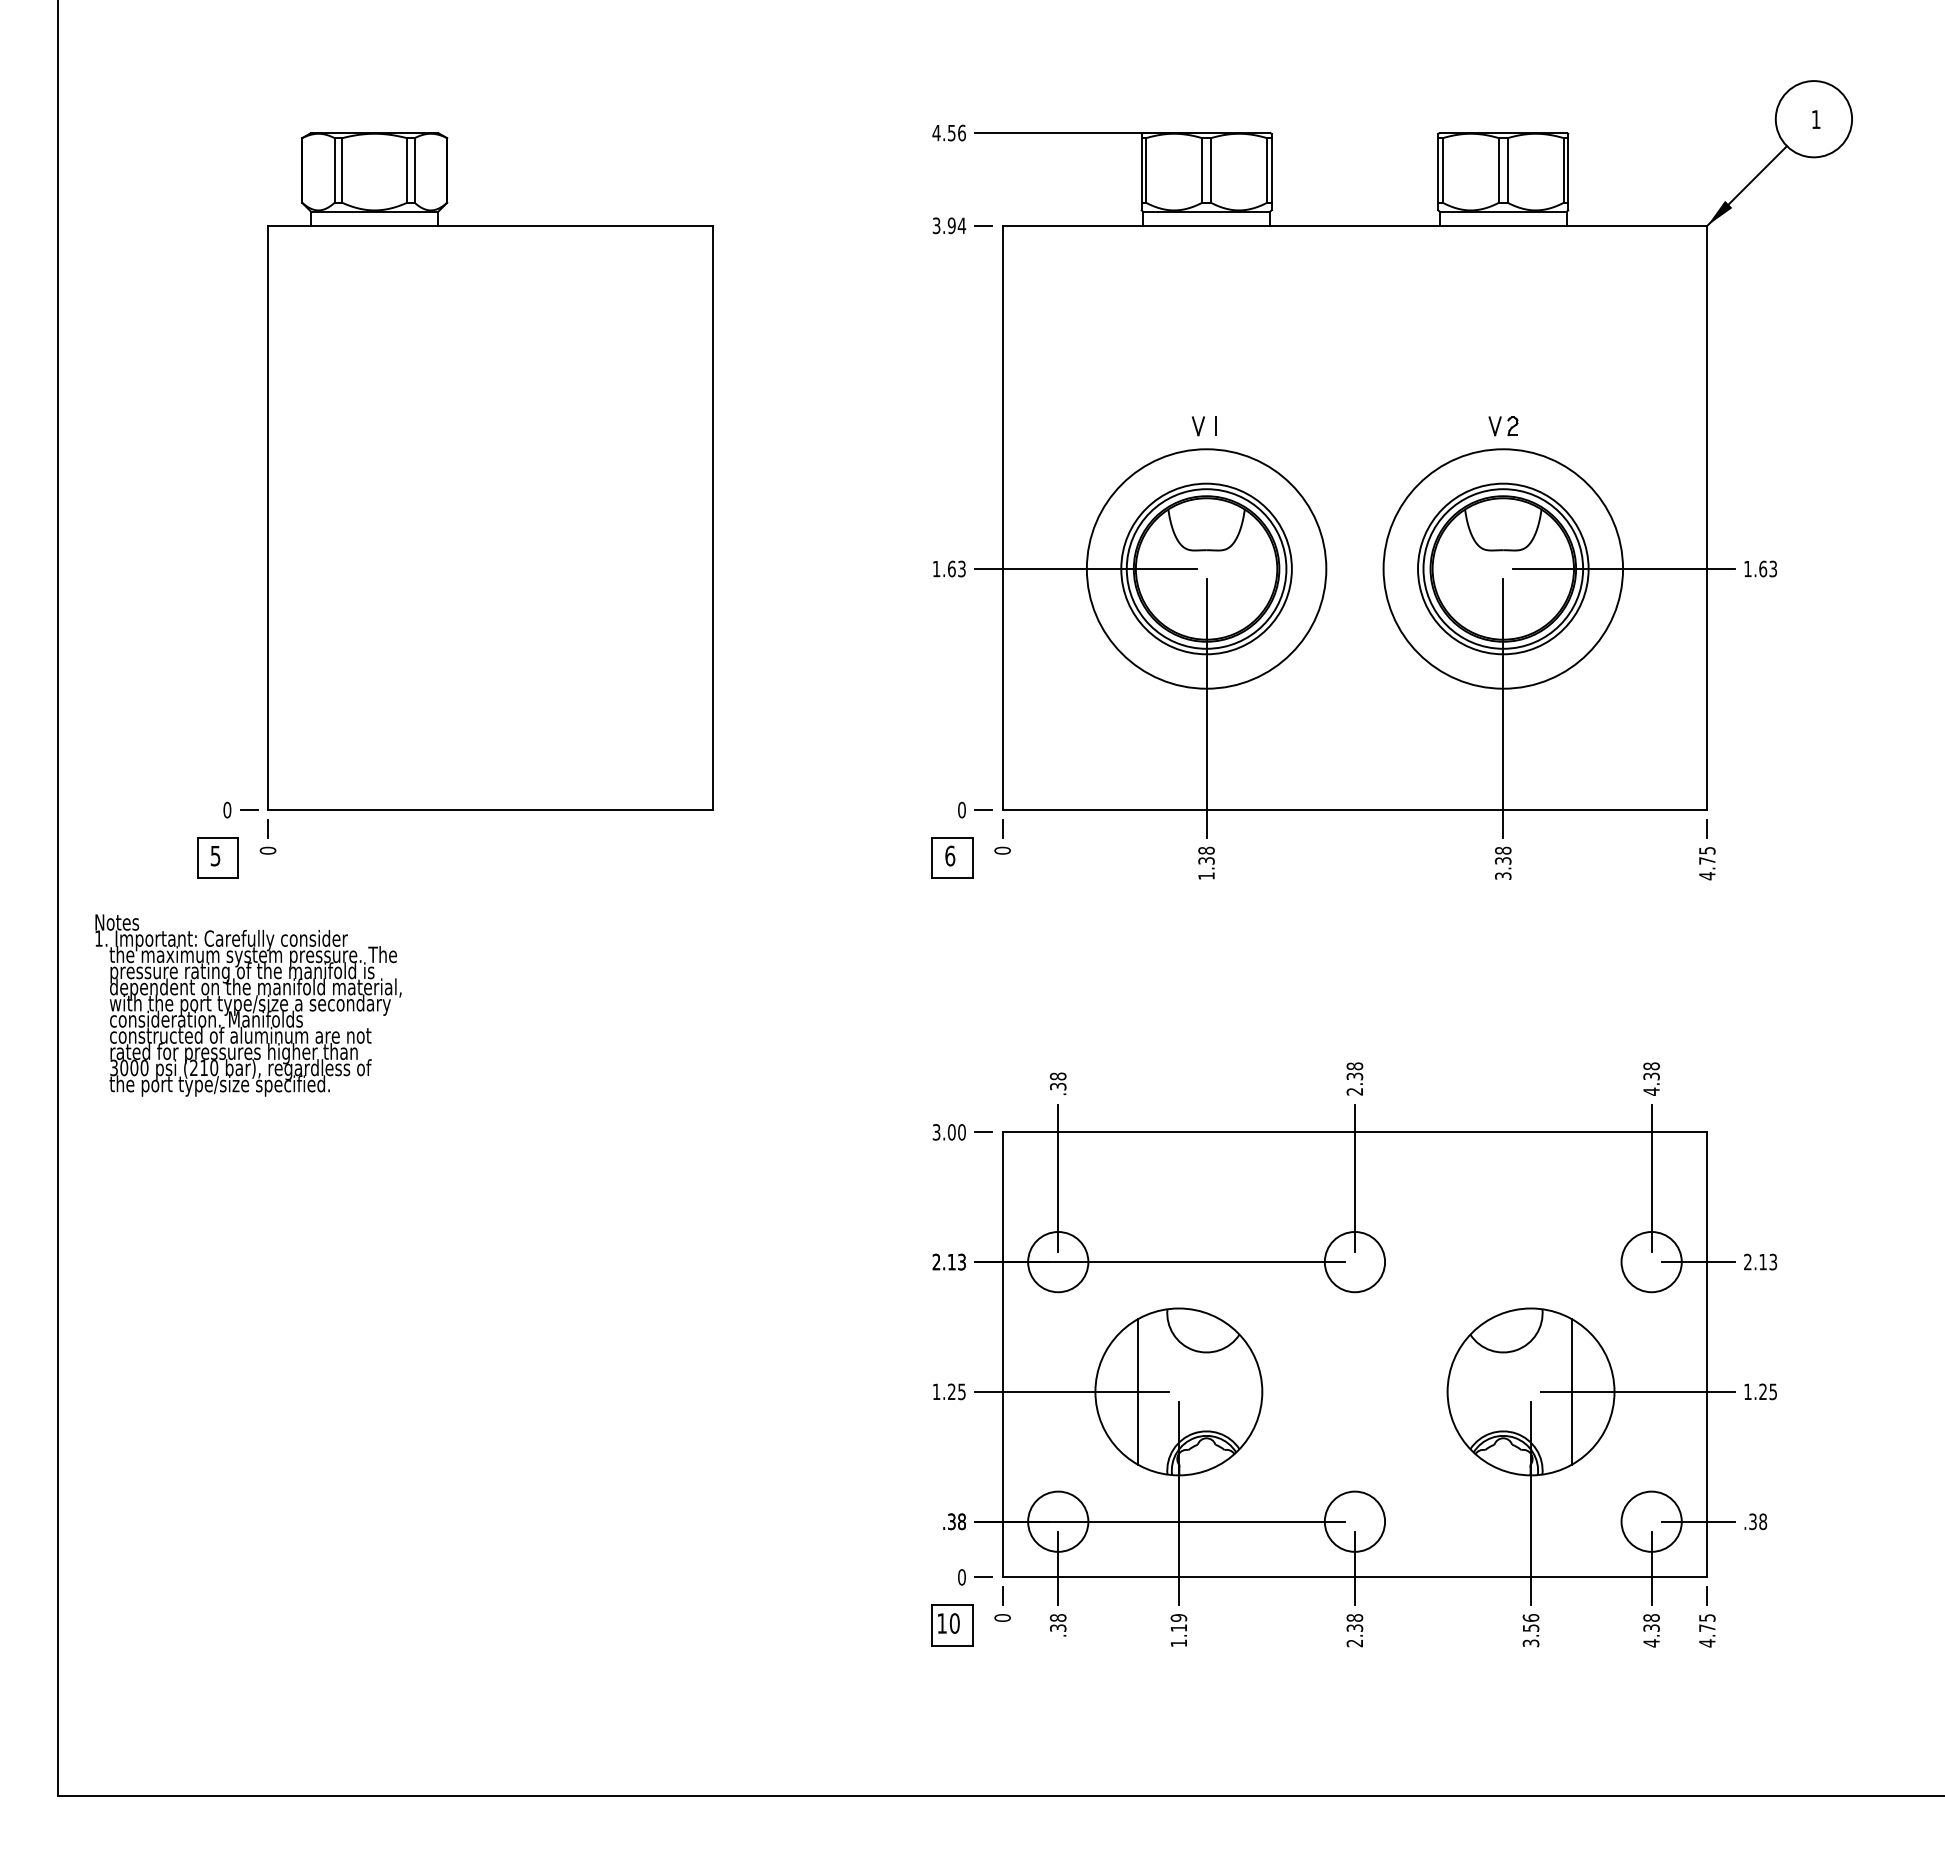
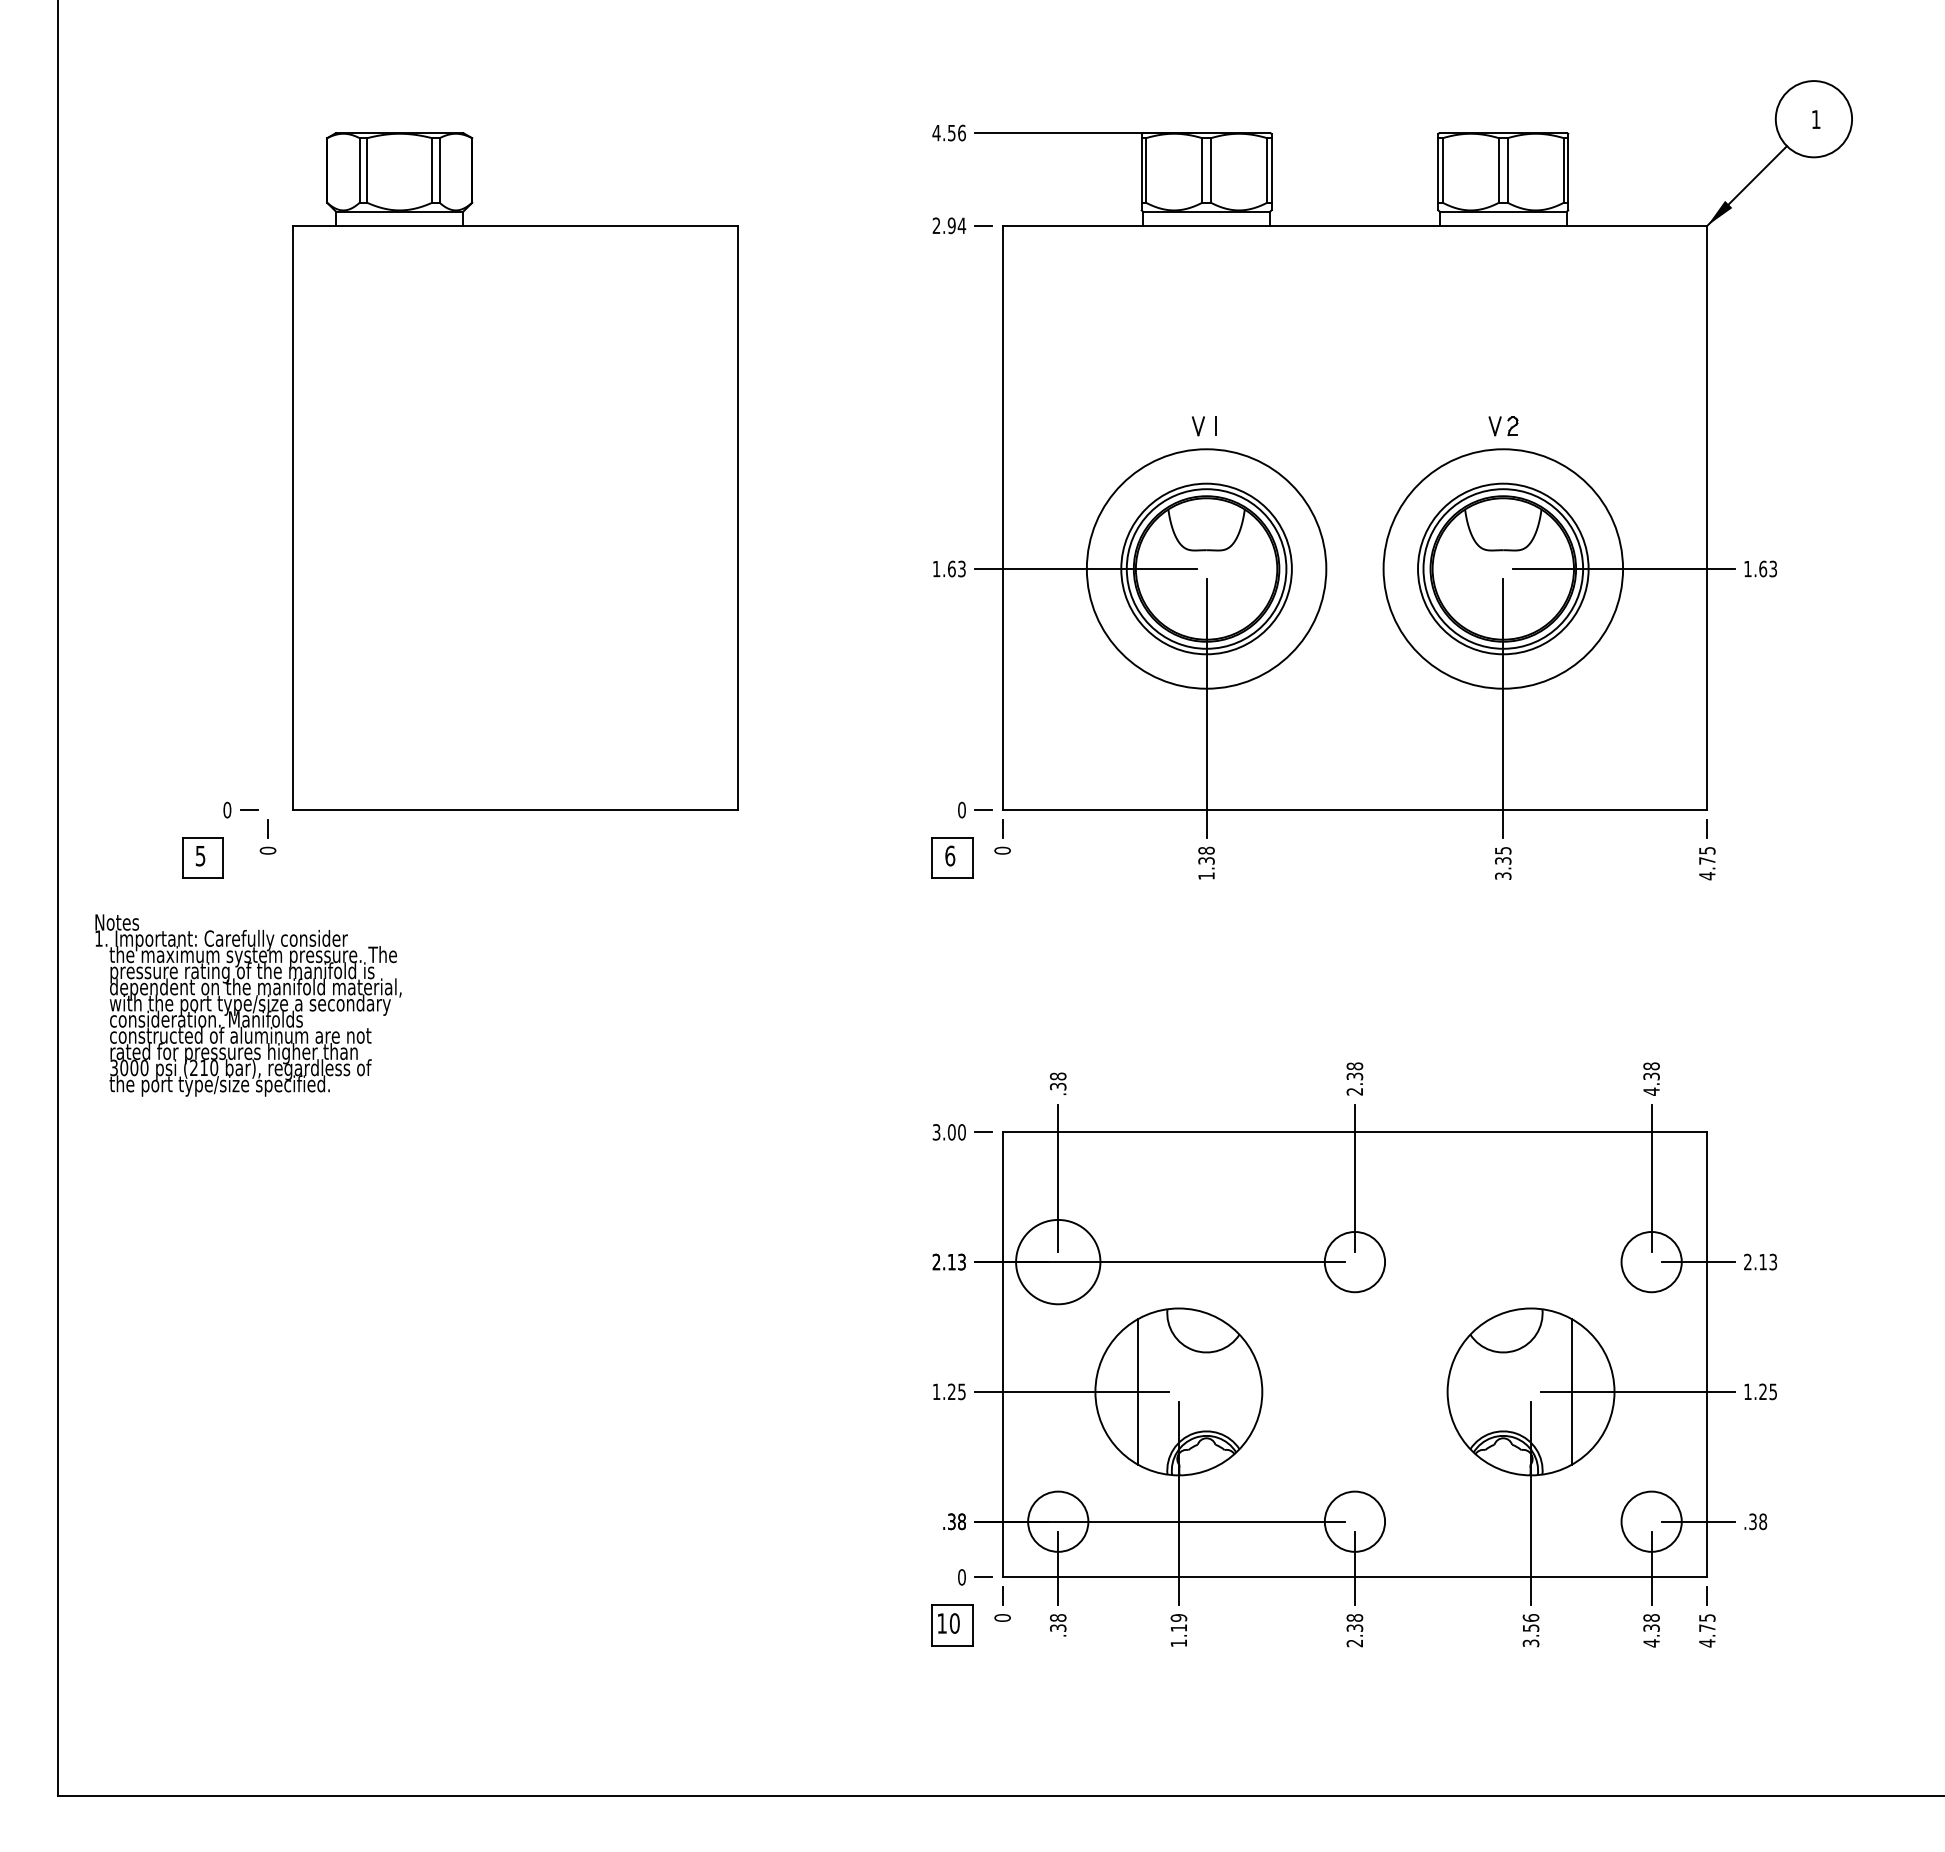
text at (936, 226): 3.94 -> 2.94
part at (490, 471) position: (490, 471) -> (515, 471)
text at (1503, 850): 3.38 -> 3.35
part at (217, 857) position: (217, 857) -> (202, 857)
circle at (1058, 1261) diameter: 60 px -> 84 px
